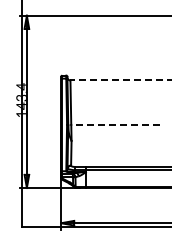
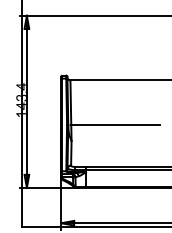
line at (120, 80): dashed -> solid
line at (115, 124): dashed -> solid
